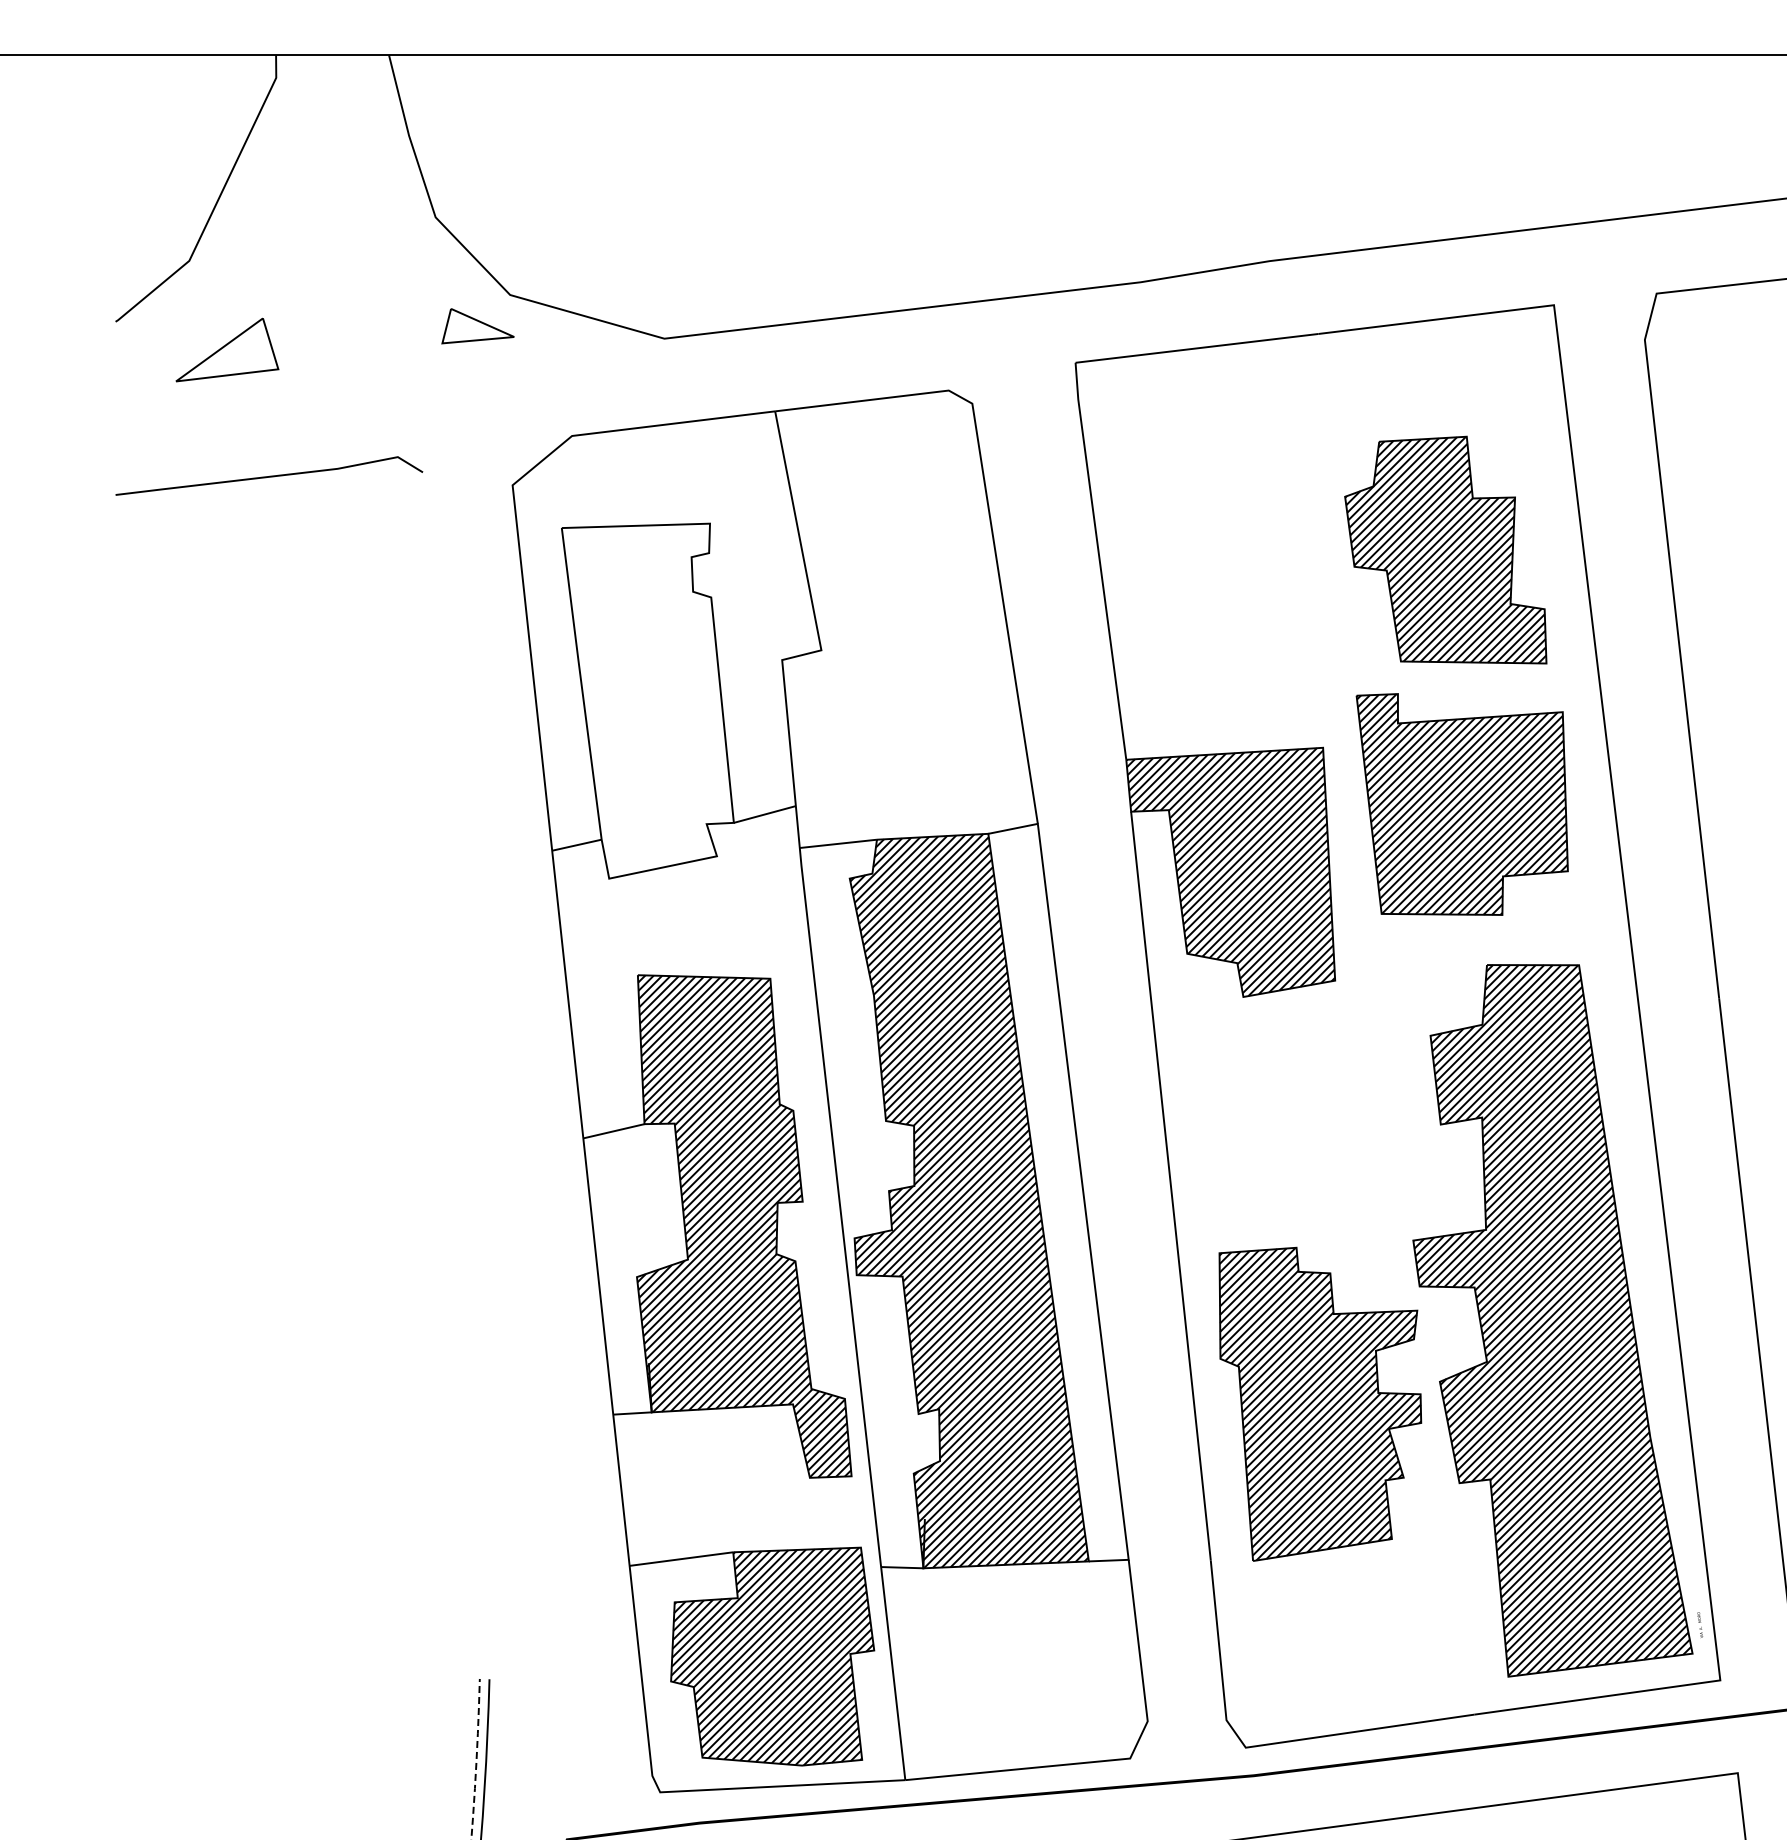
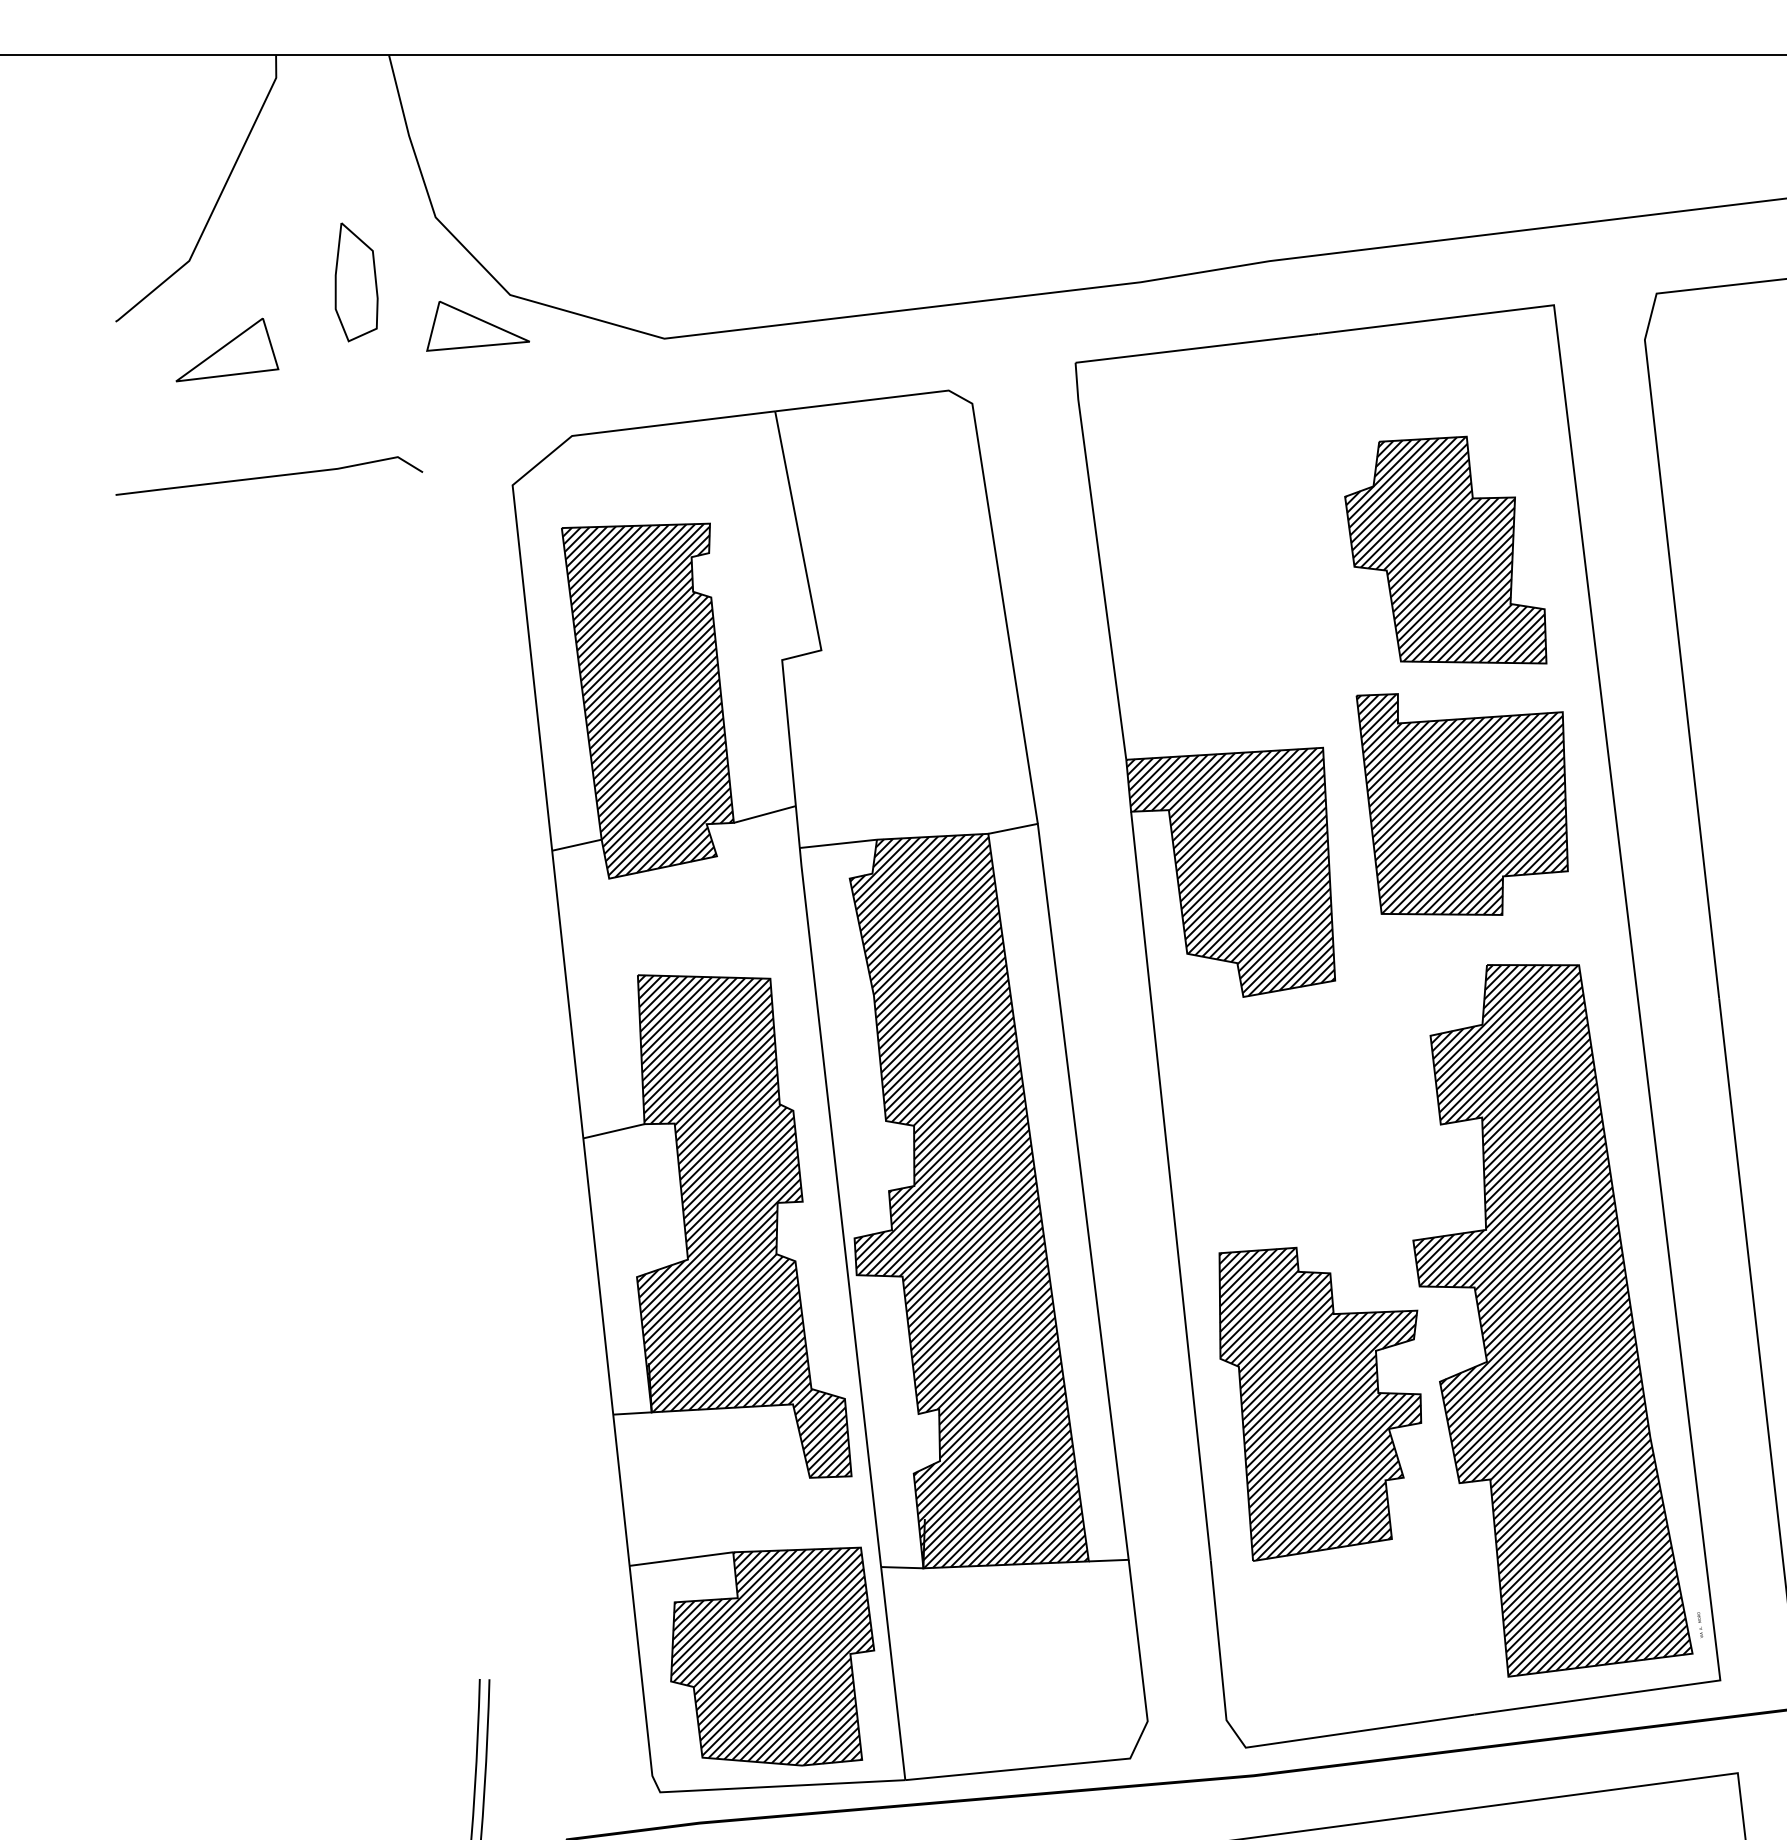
part at (356, 282): none -> present
part at (477, 326) size: 74x37 px -> 104x52 px
hatch at (647, 700): none -> present
arc at (476, 1758): dashed -> solid
